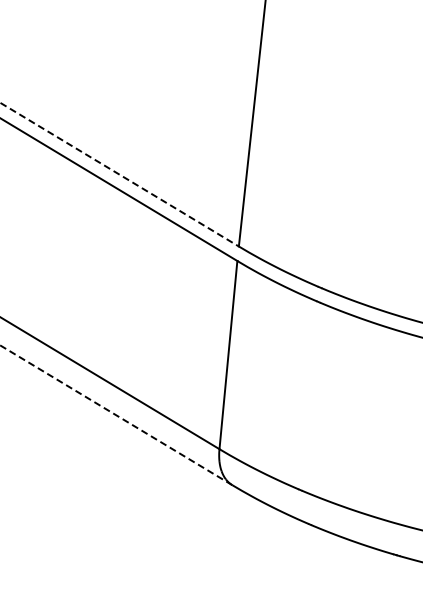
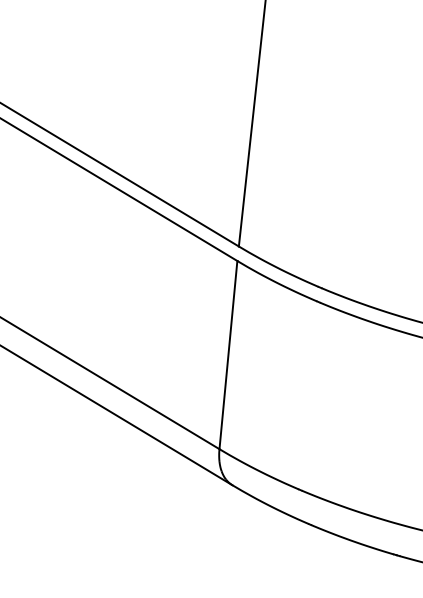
line at (119, 174): dashed -> solid
line at (115, 415): dashed -> solid
